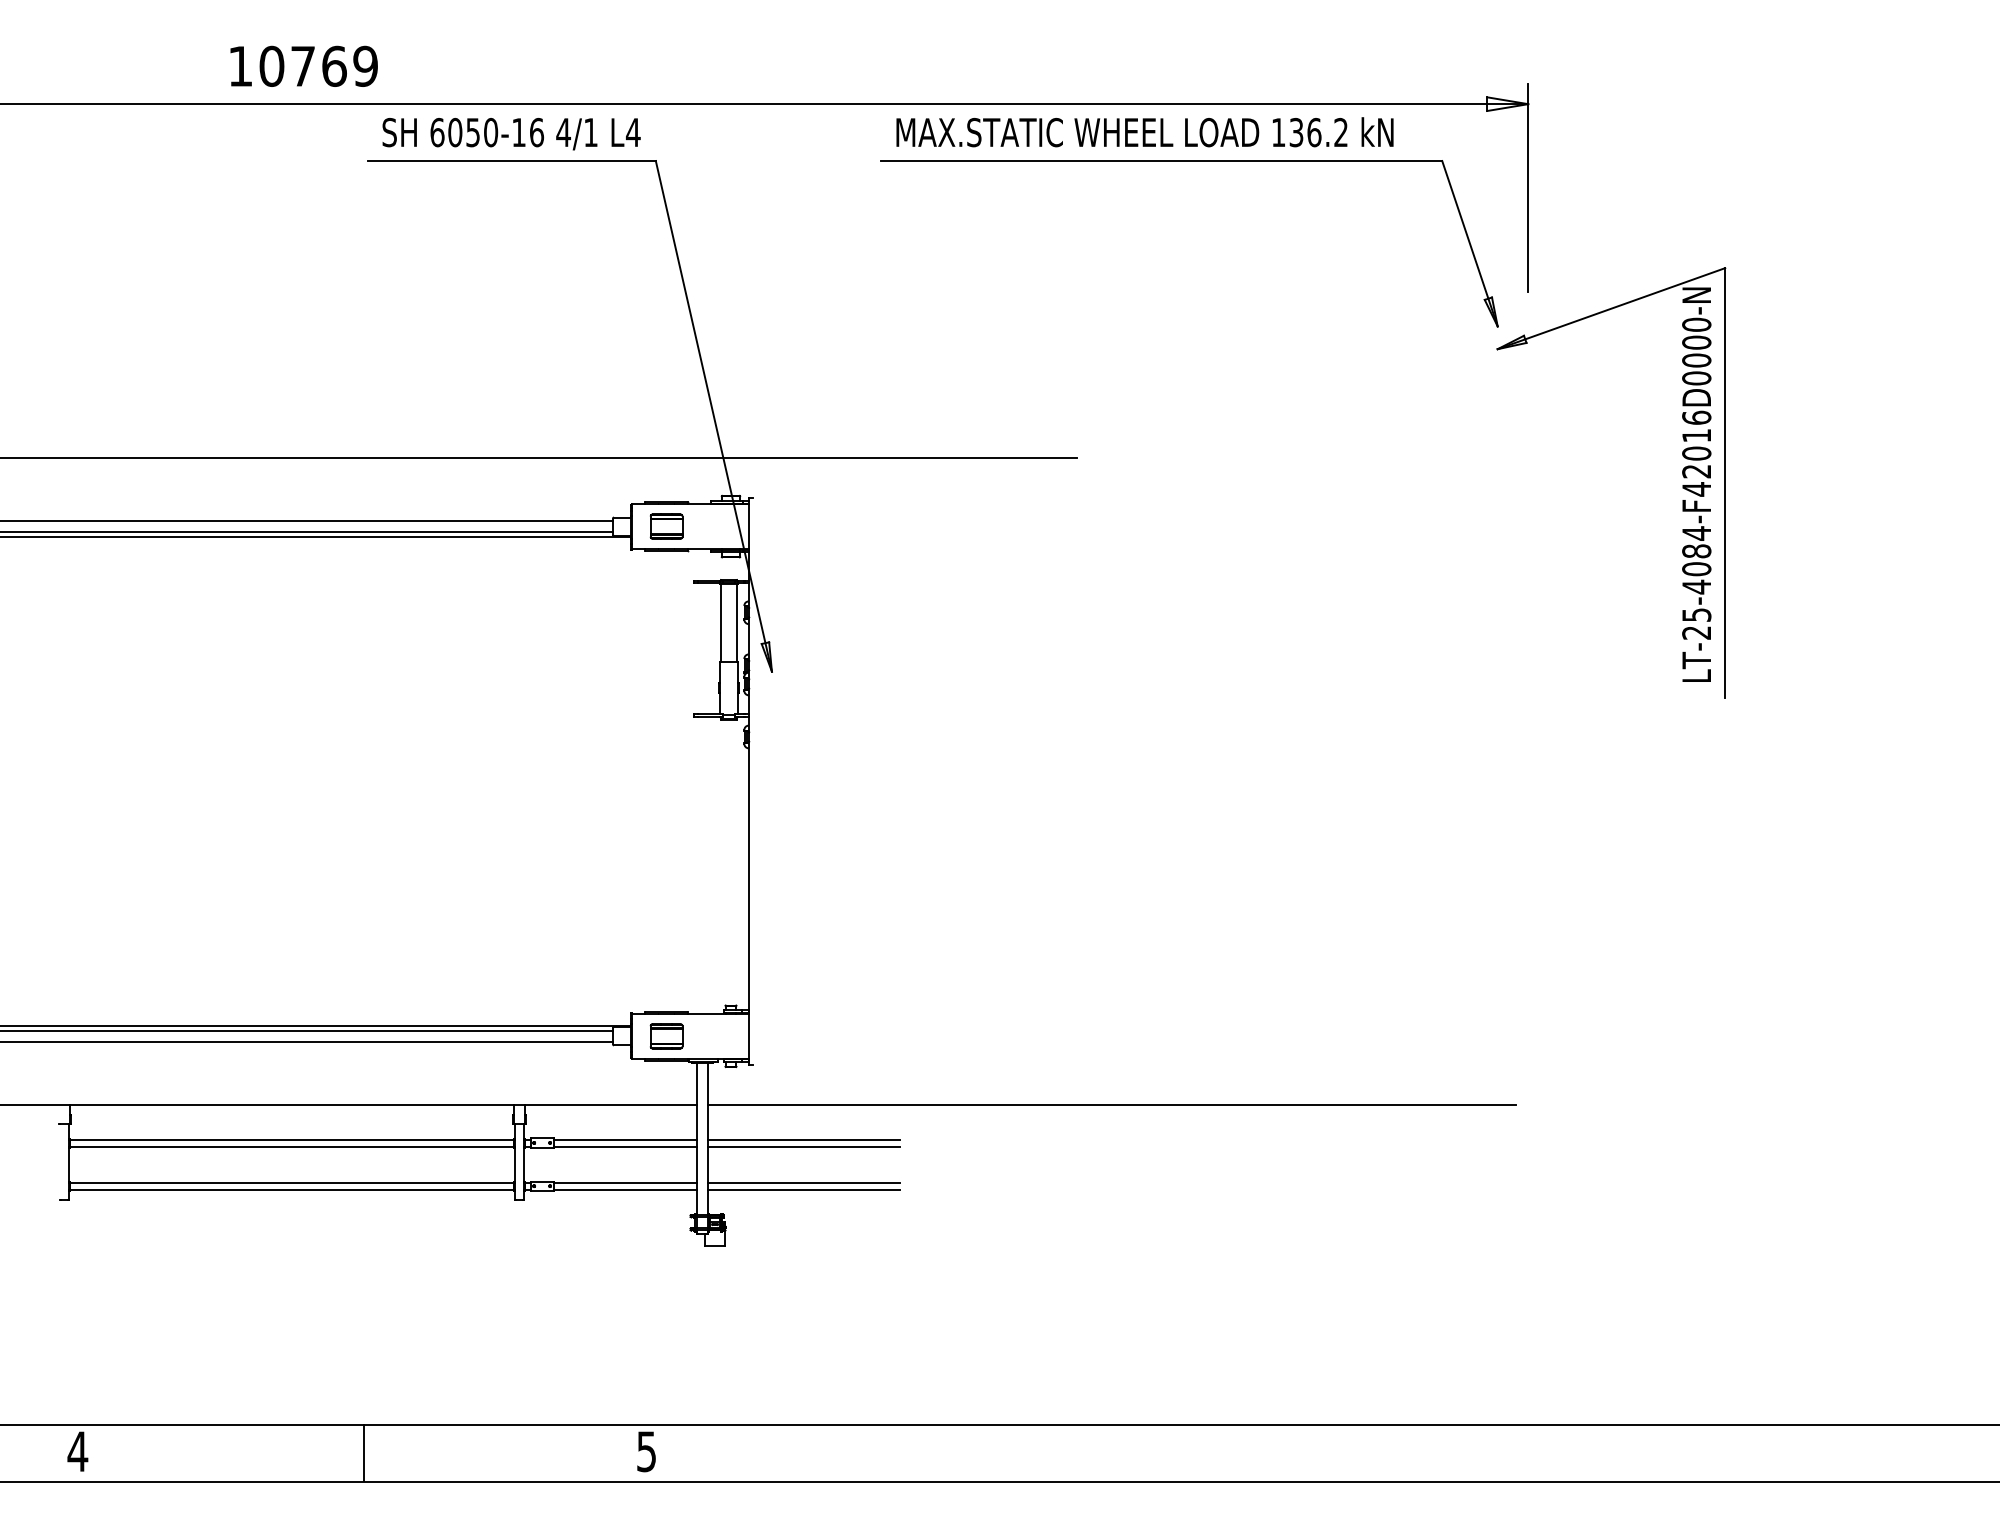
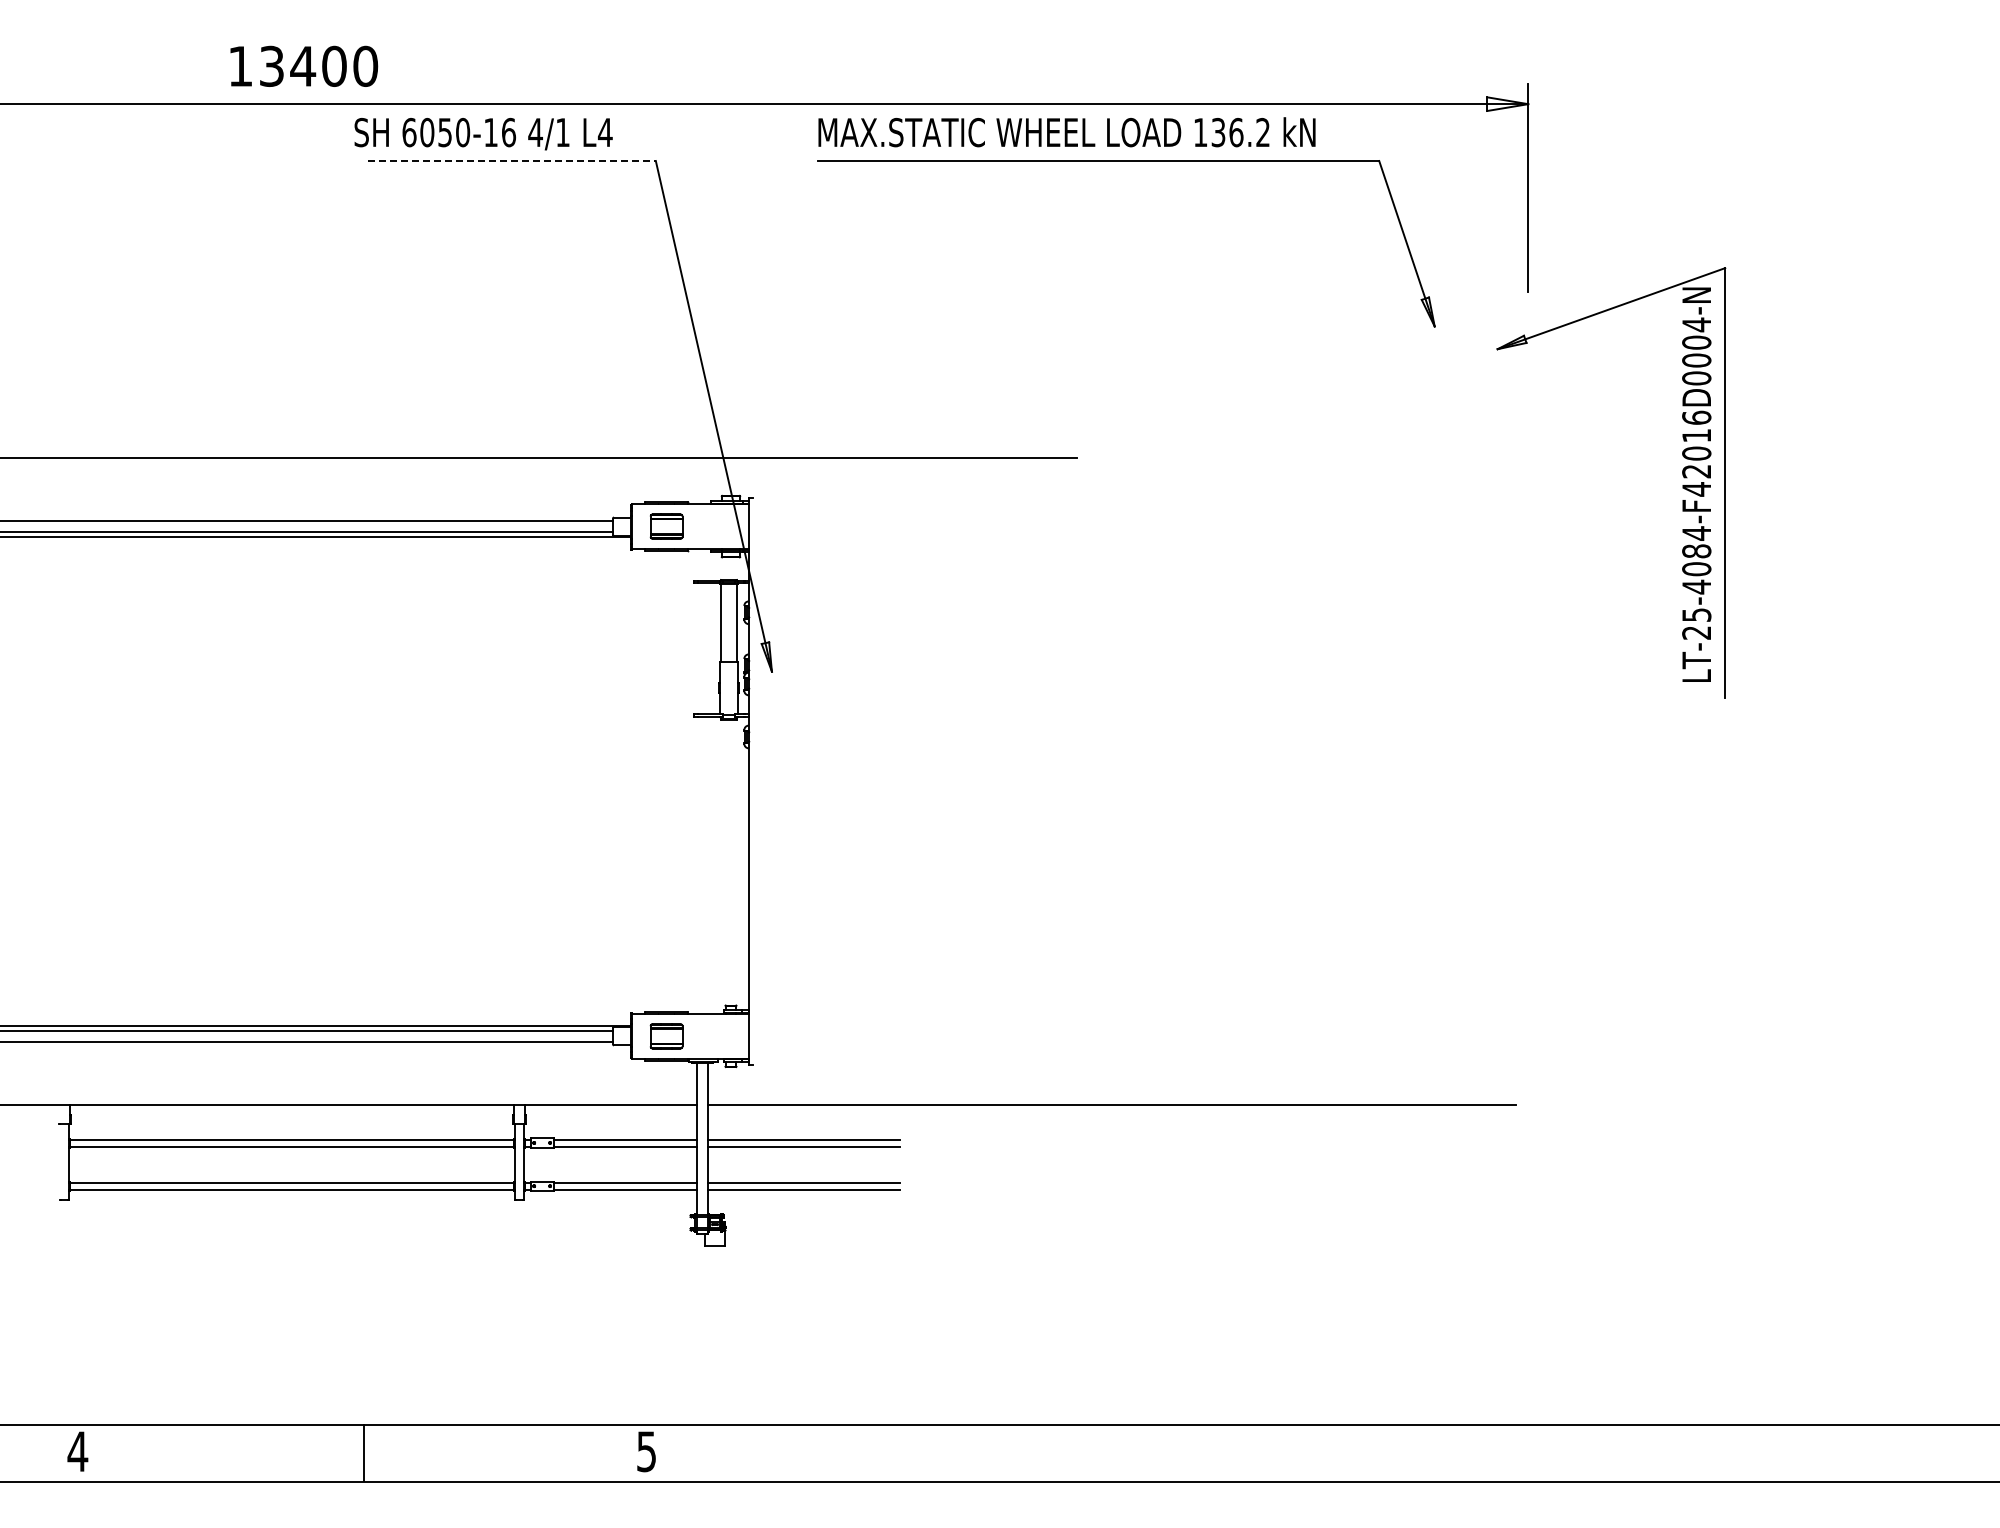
text at (318, 65): 10769 -> 13400
text at (1144, 132) position: (1144, 132) -> (1066, 132)
text at (511, 134) position: (511, 134) -> (483, 134)
line at (511, 161): solid -> dashed
part at (1189, 161) position: (1189, 161) -> (1126, 161)
text at (1696, 324): LT-25-4084-F42016D0000-N -> LT-25-4084-F42016D0004-N
